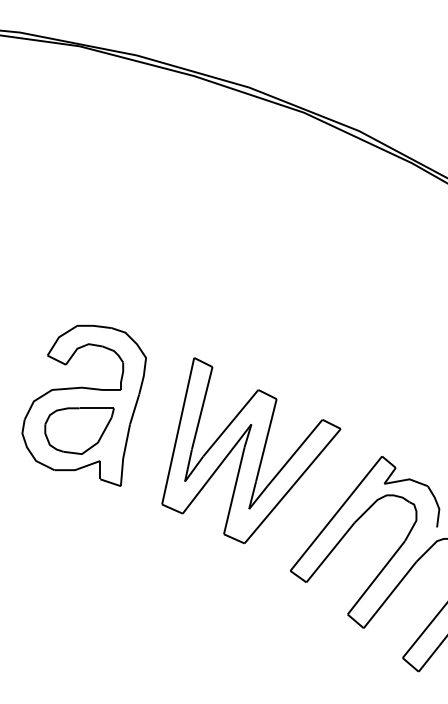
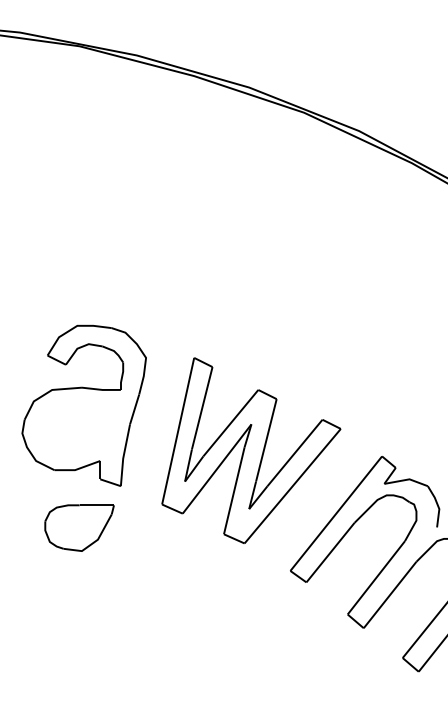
part at (79, 430) position: (79, 430) -> (79, 527)
